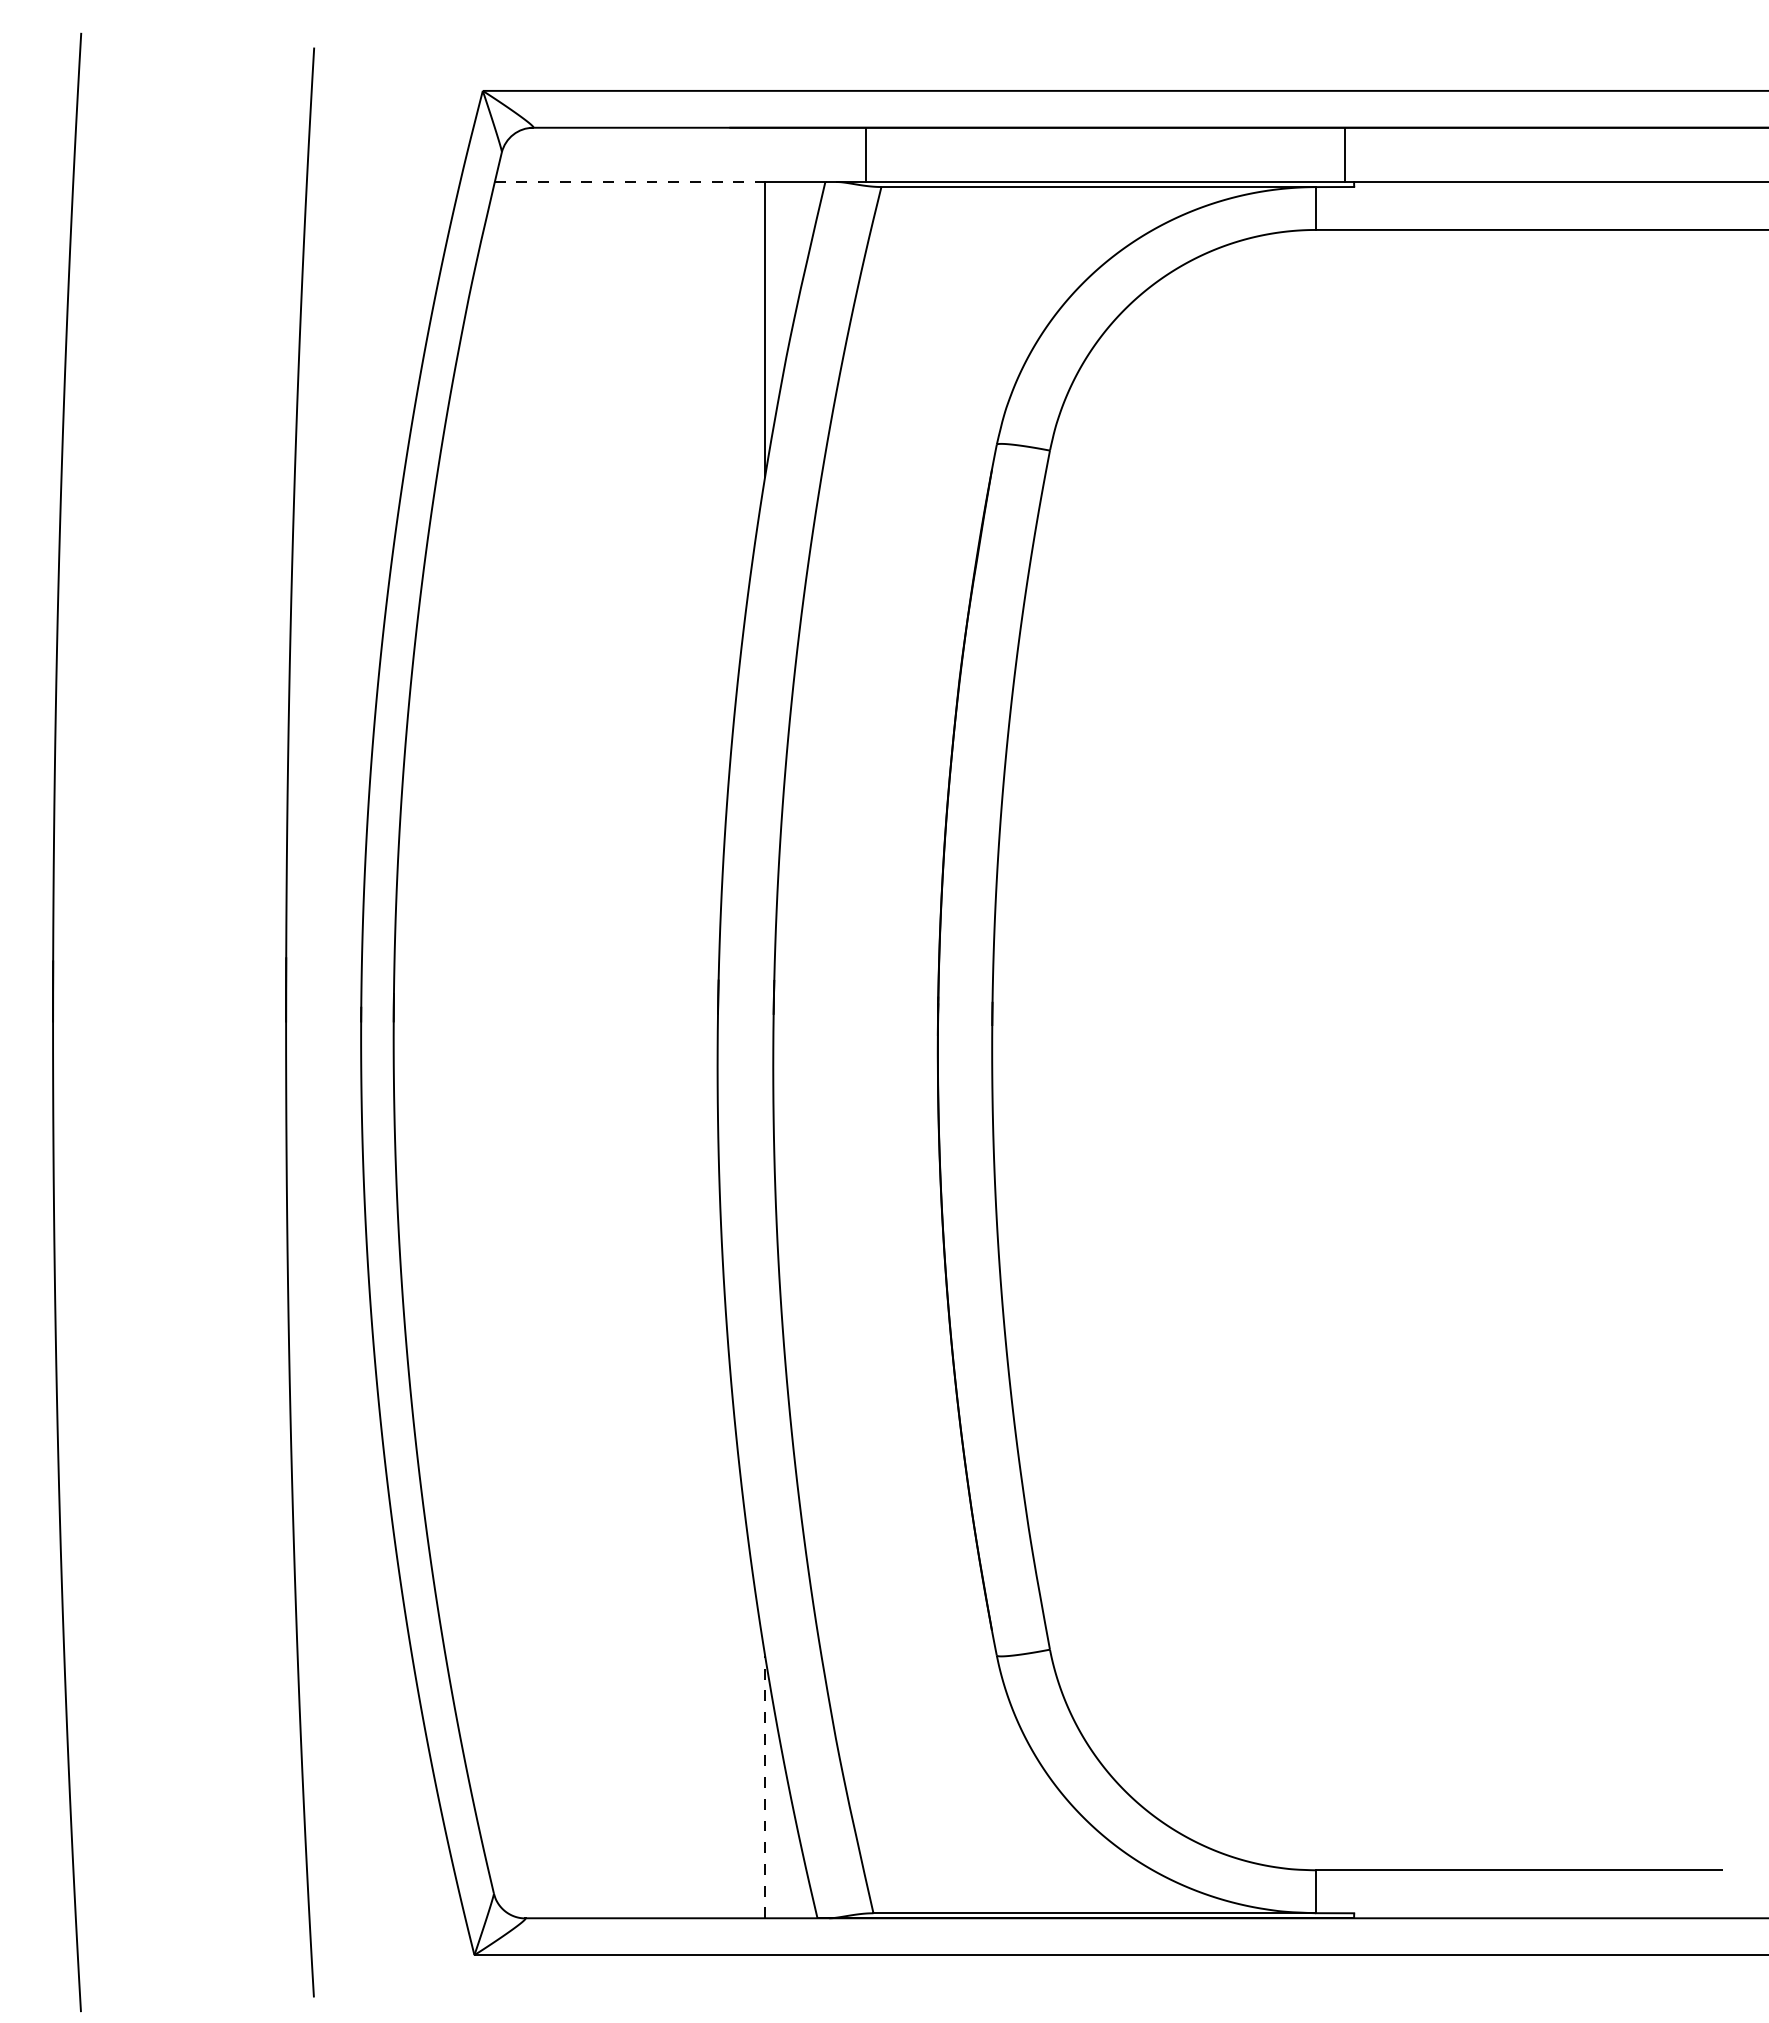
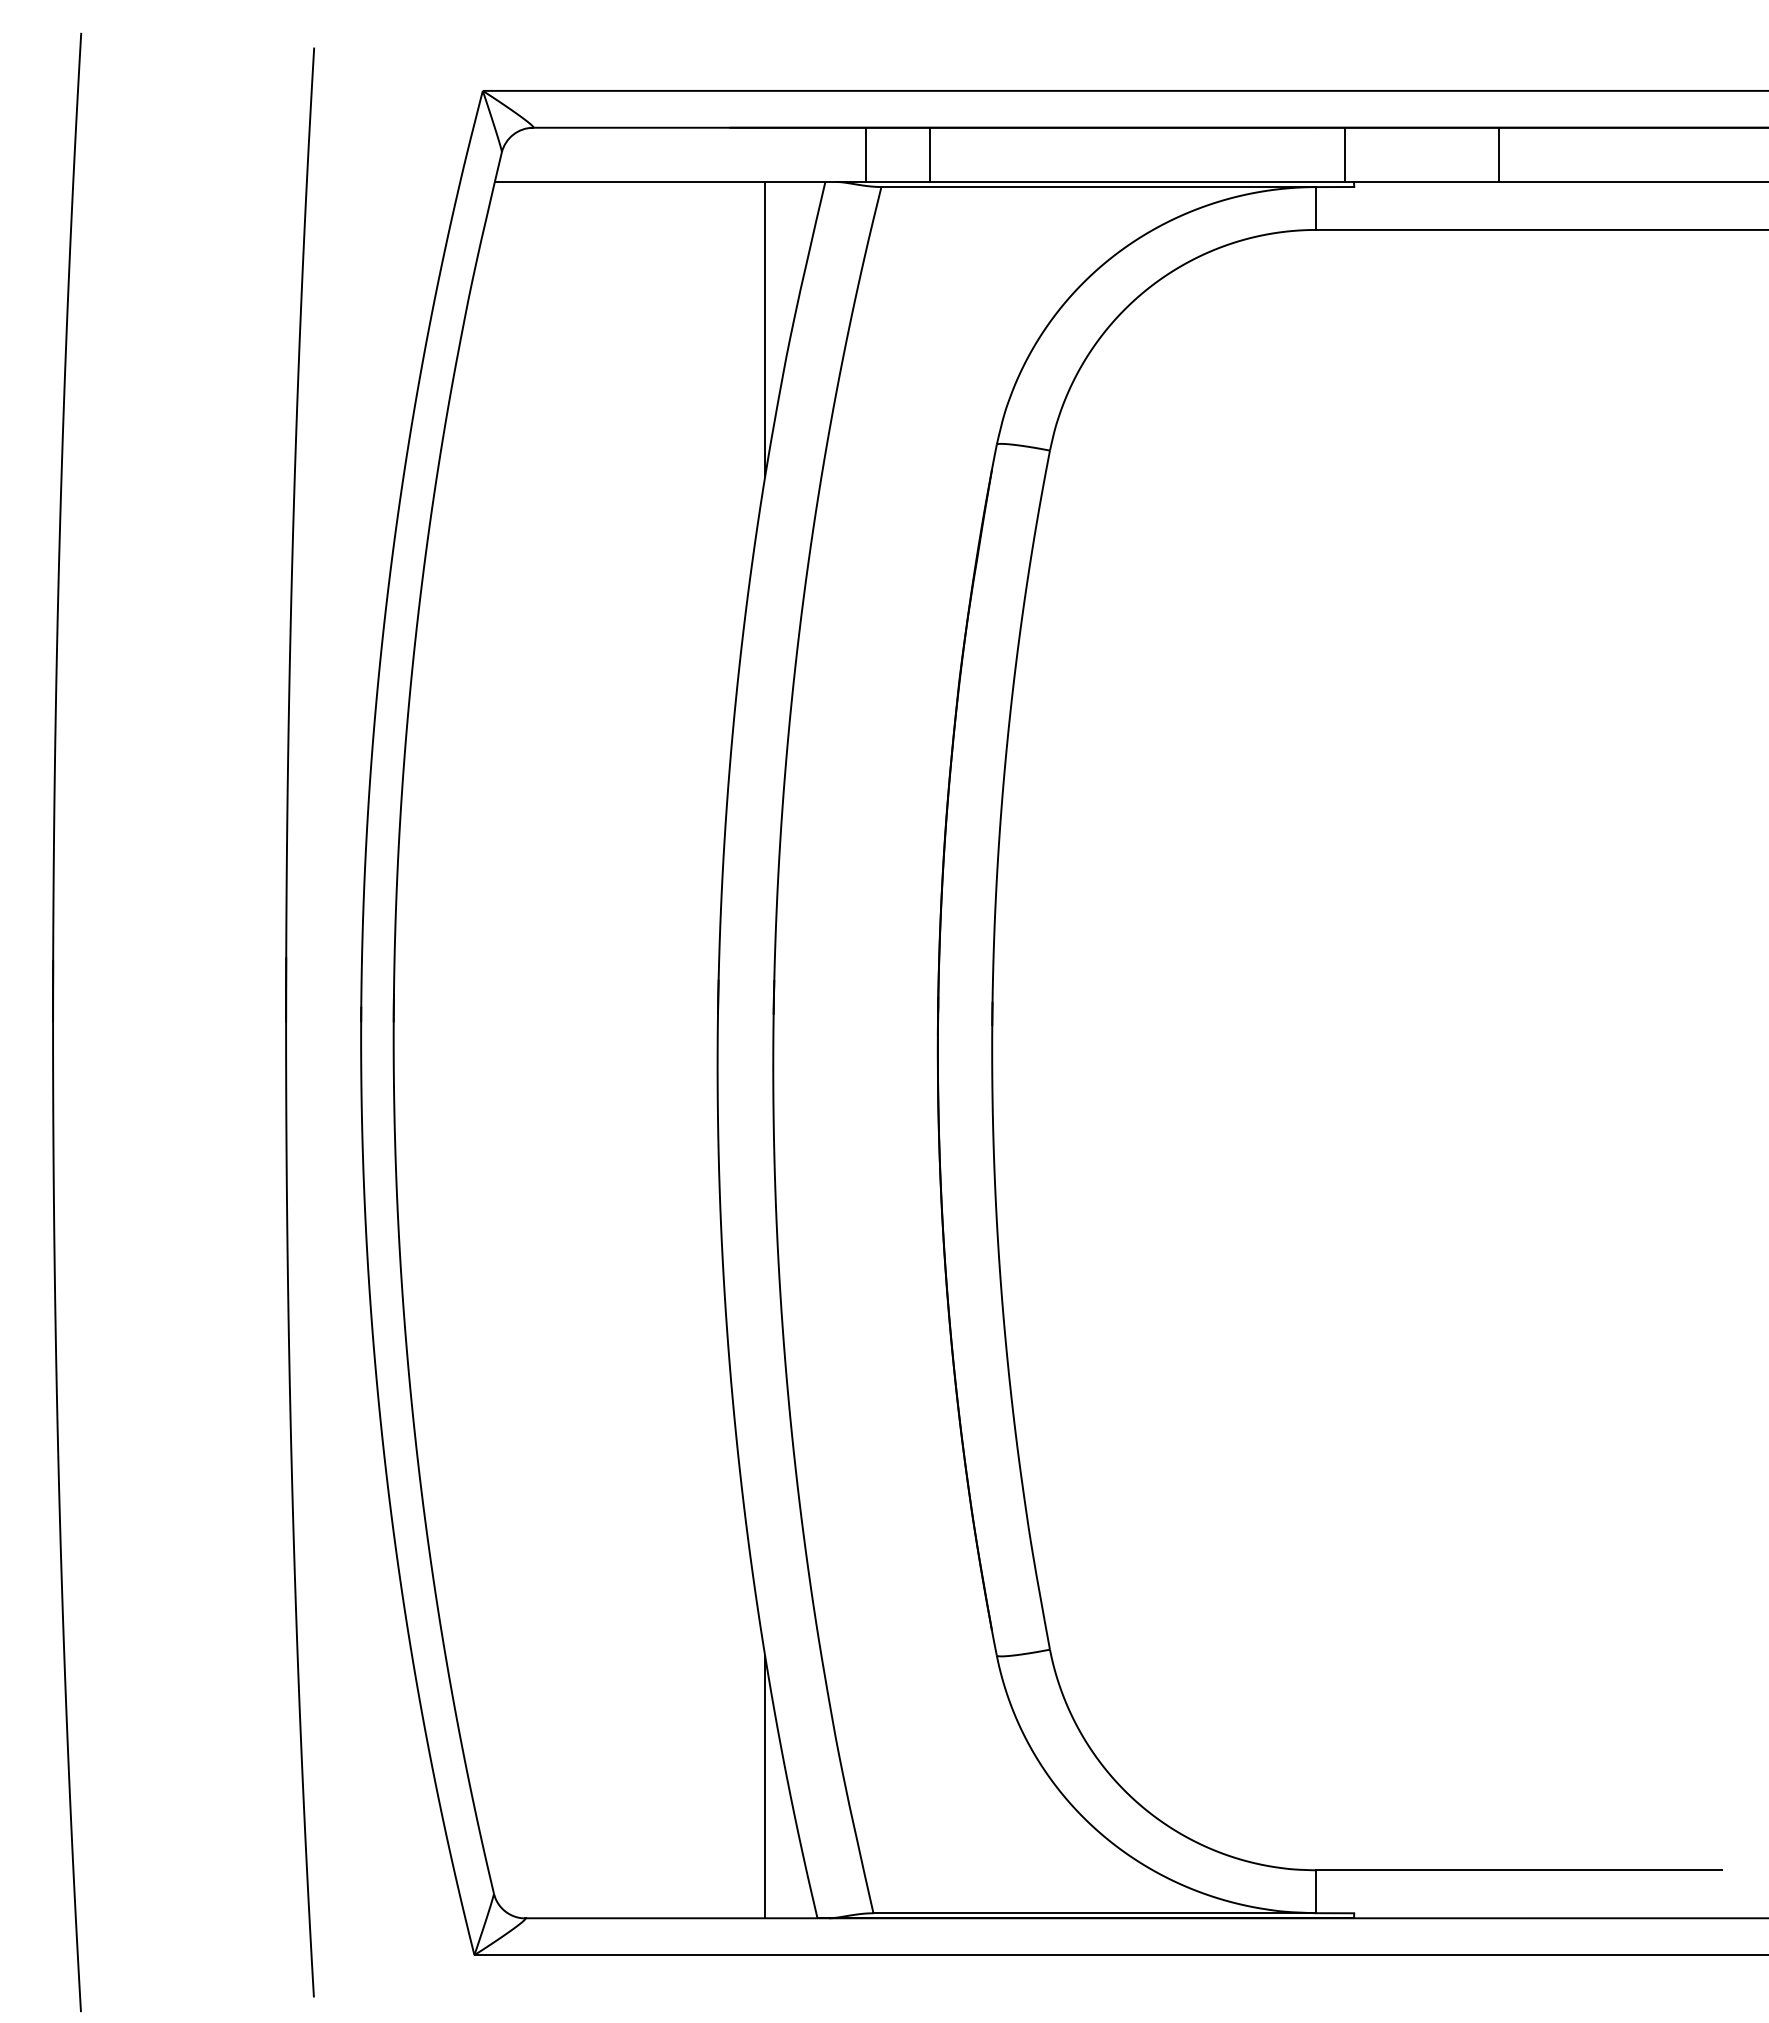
line at (929, 154): none -> present
line at (1498, 154): none -> present
line at (630, 182): dashed -> solid
line at (765, 1786): dashed -> solid
